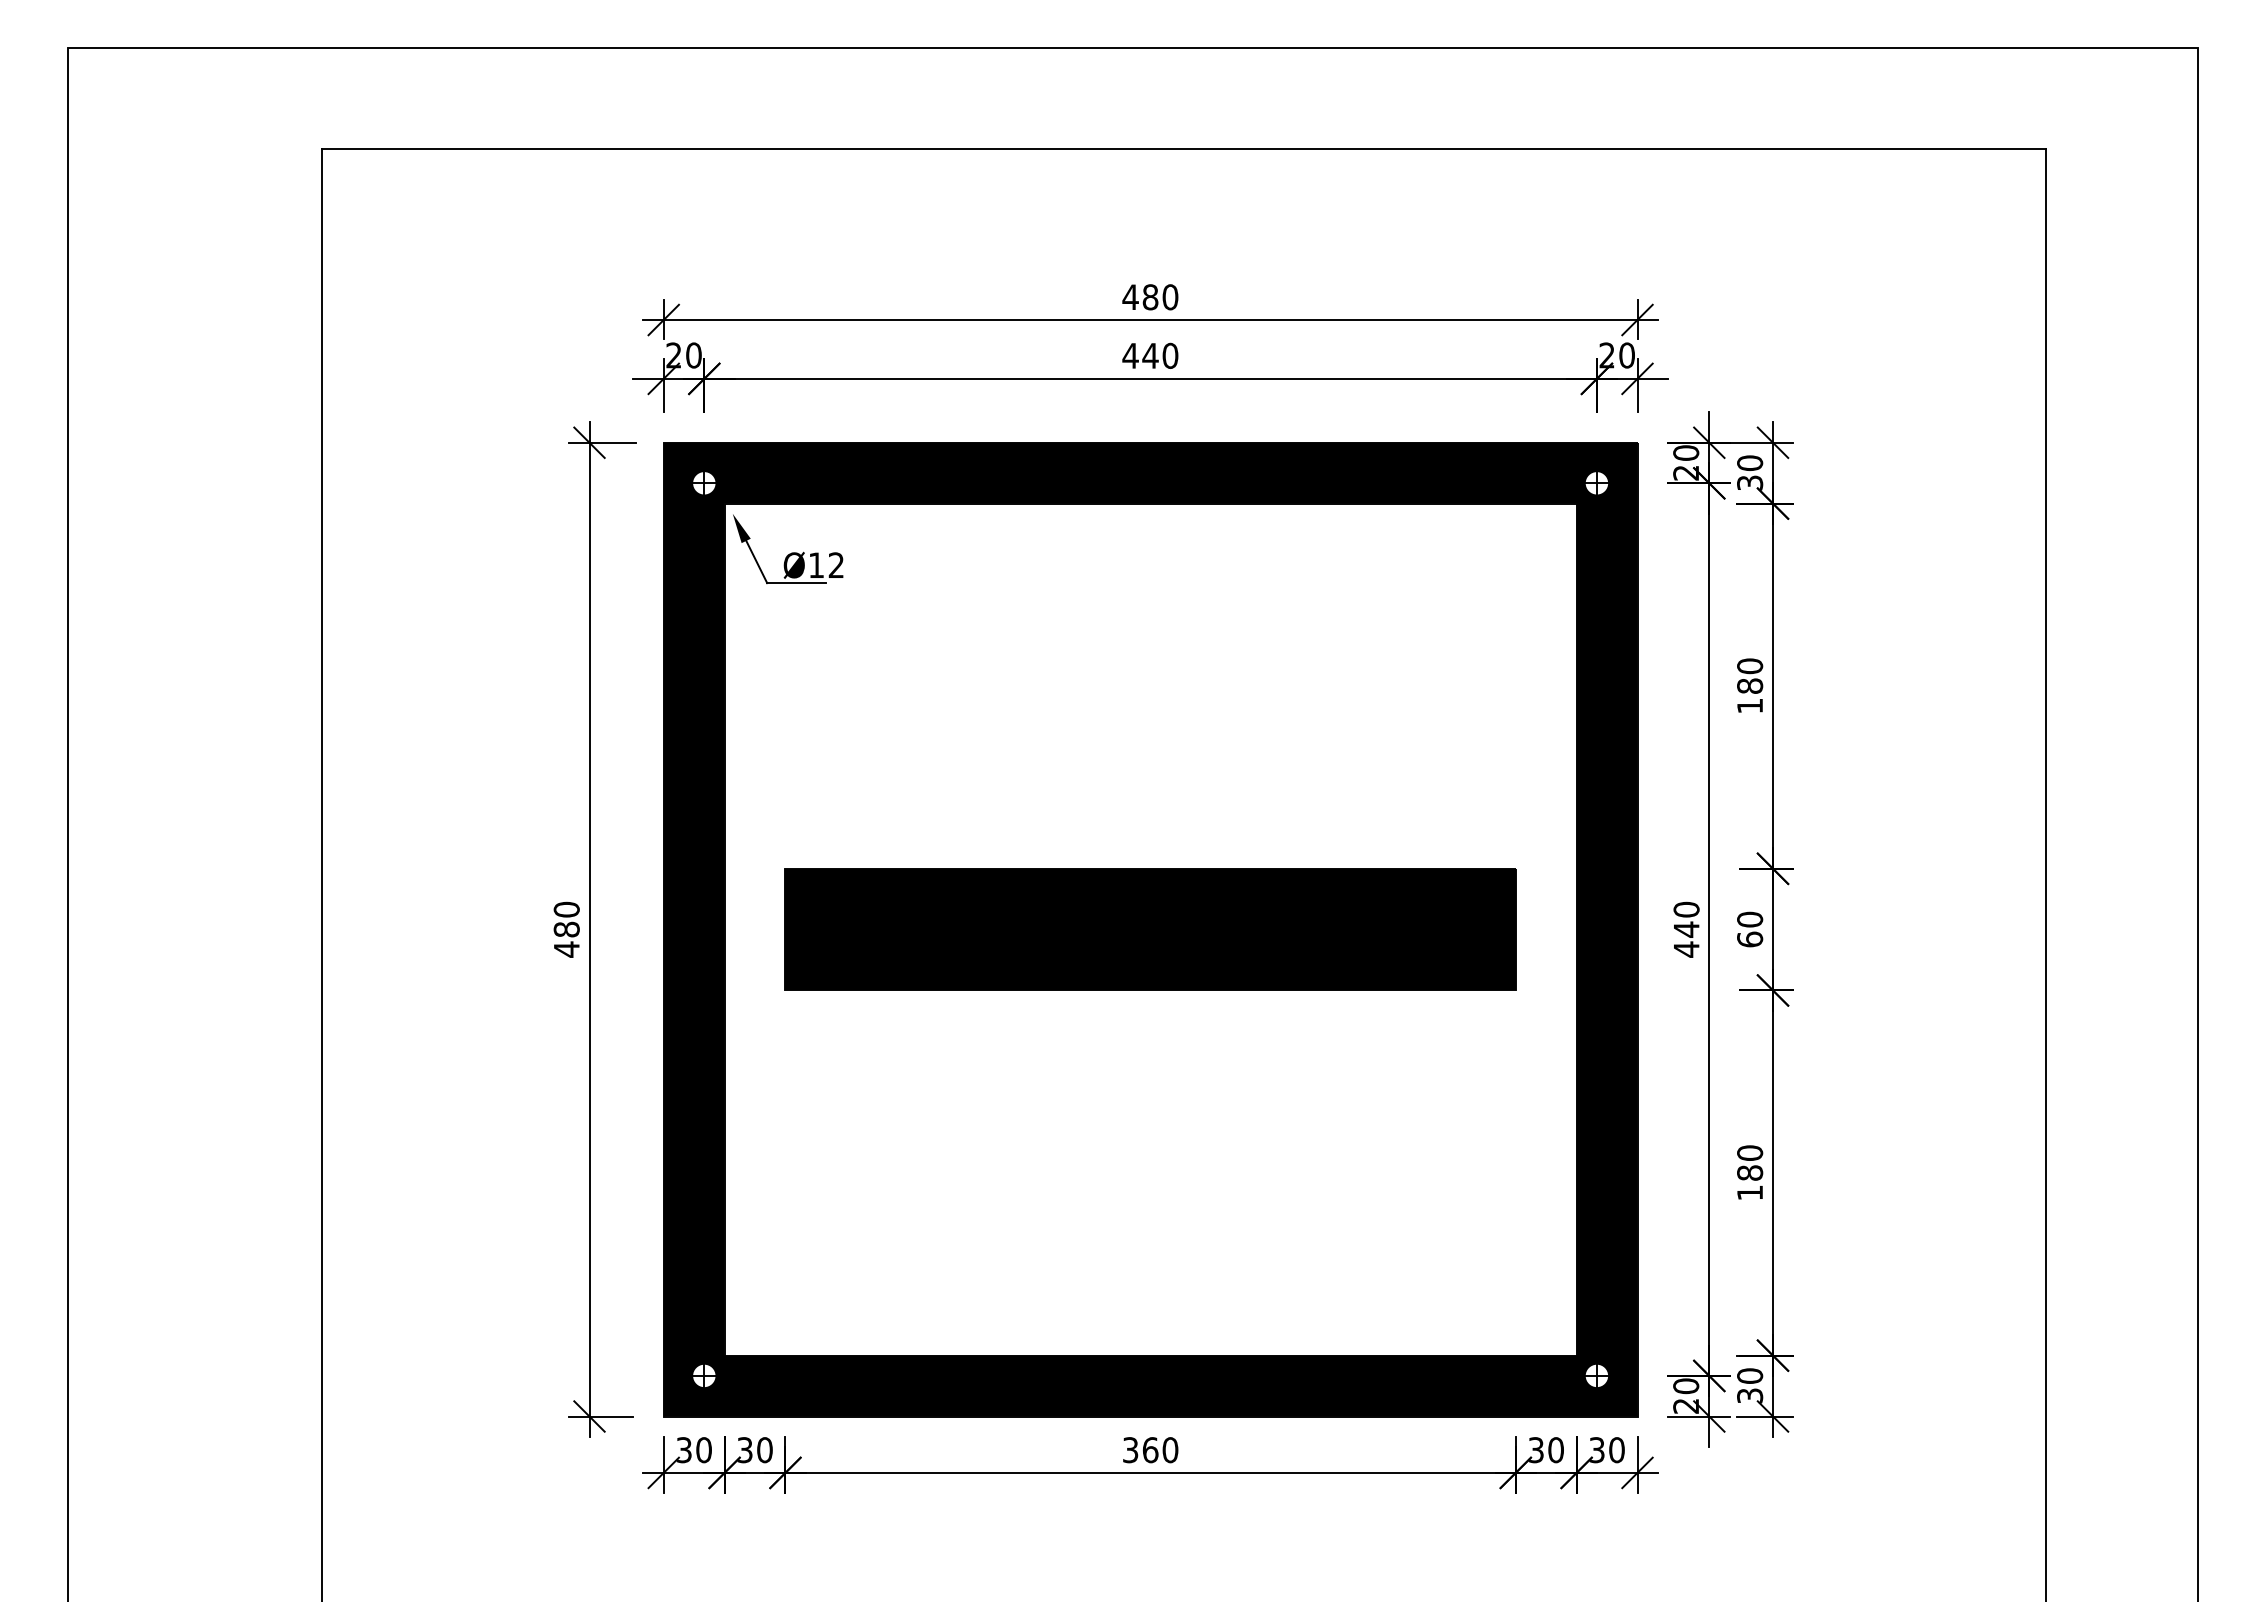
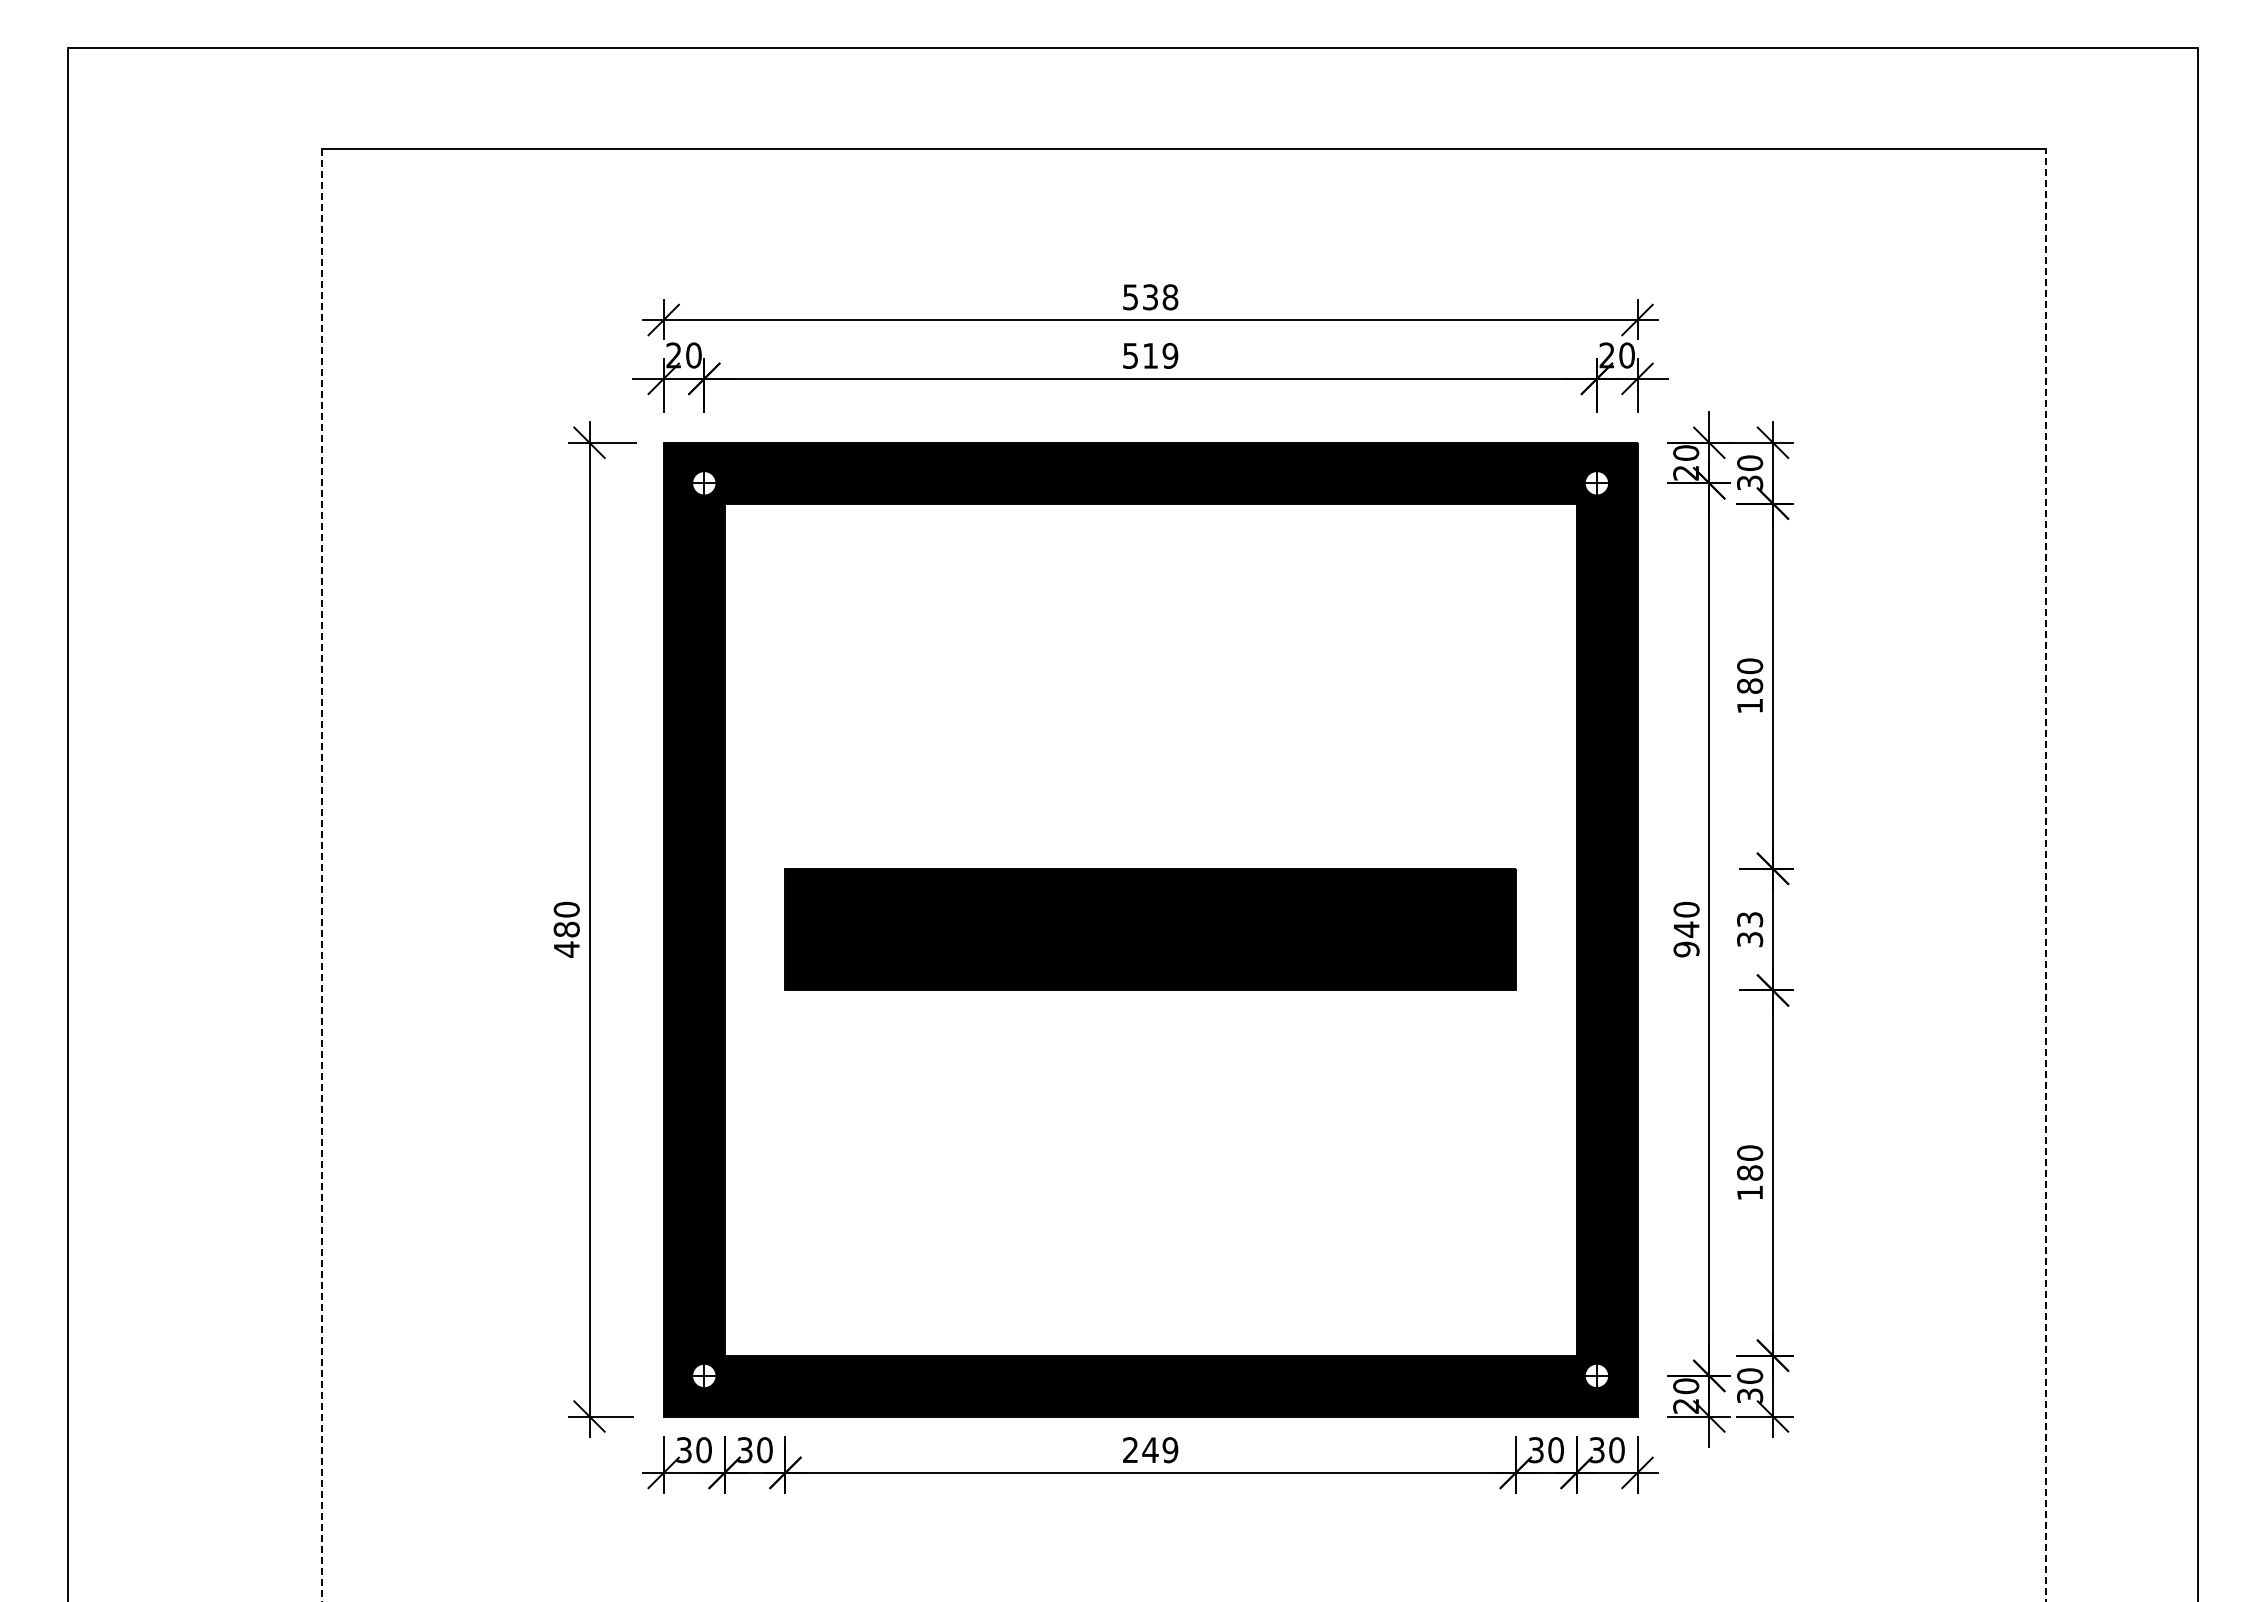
text at (1150, 297): 480 -> 538
text at (1150, 355): 440 -> 519
part at (788, 549): present -> none
line at (321, 875): solid -> dashed
line at (2045, 875): solid -> dashed
text at (1750, 929): 60 -> 33
text at (1686, 949): 440 -> 940
text at (1150, 1450): 360 -> 249
